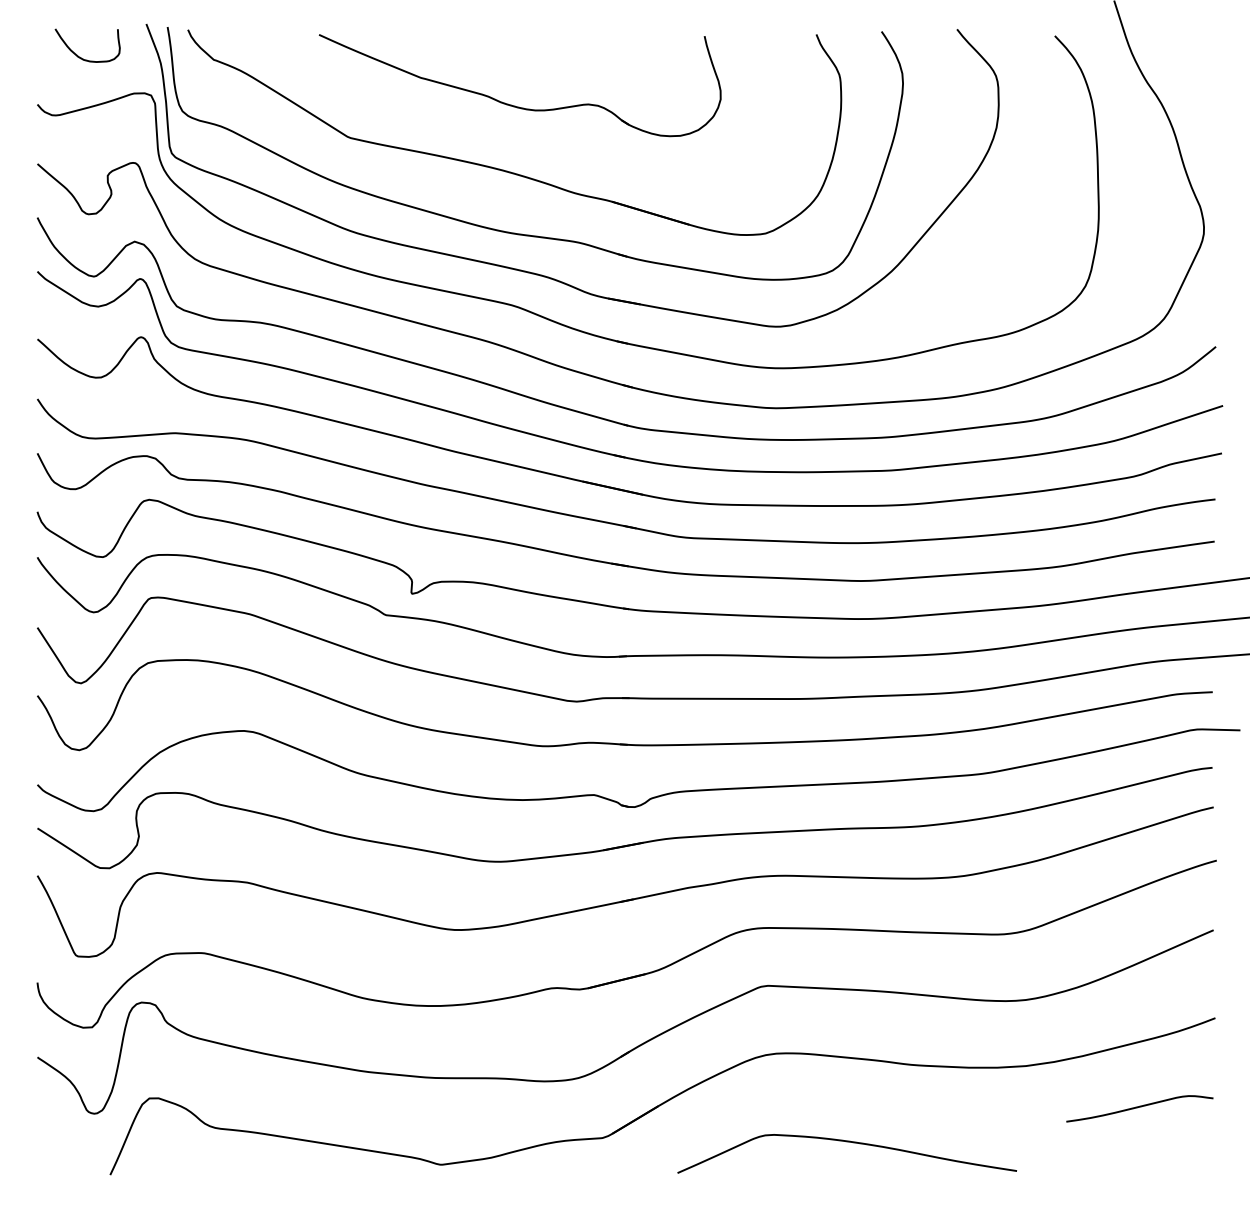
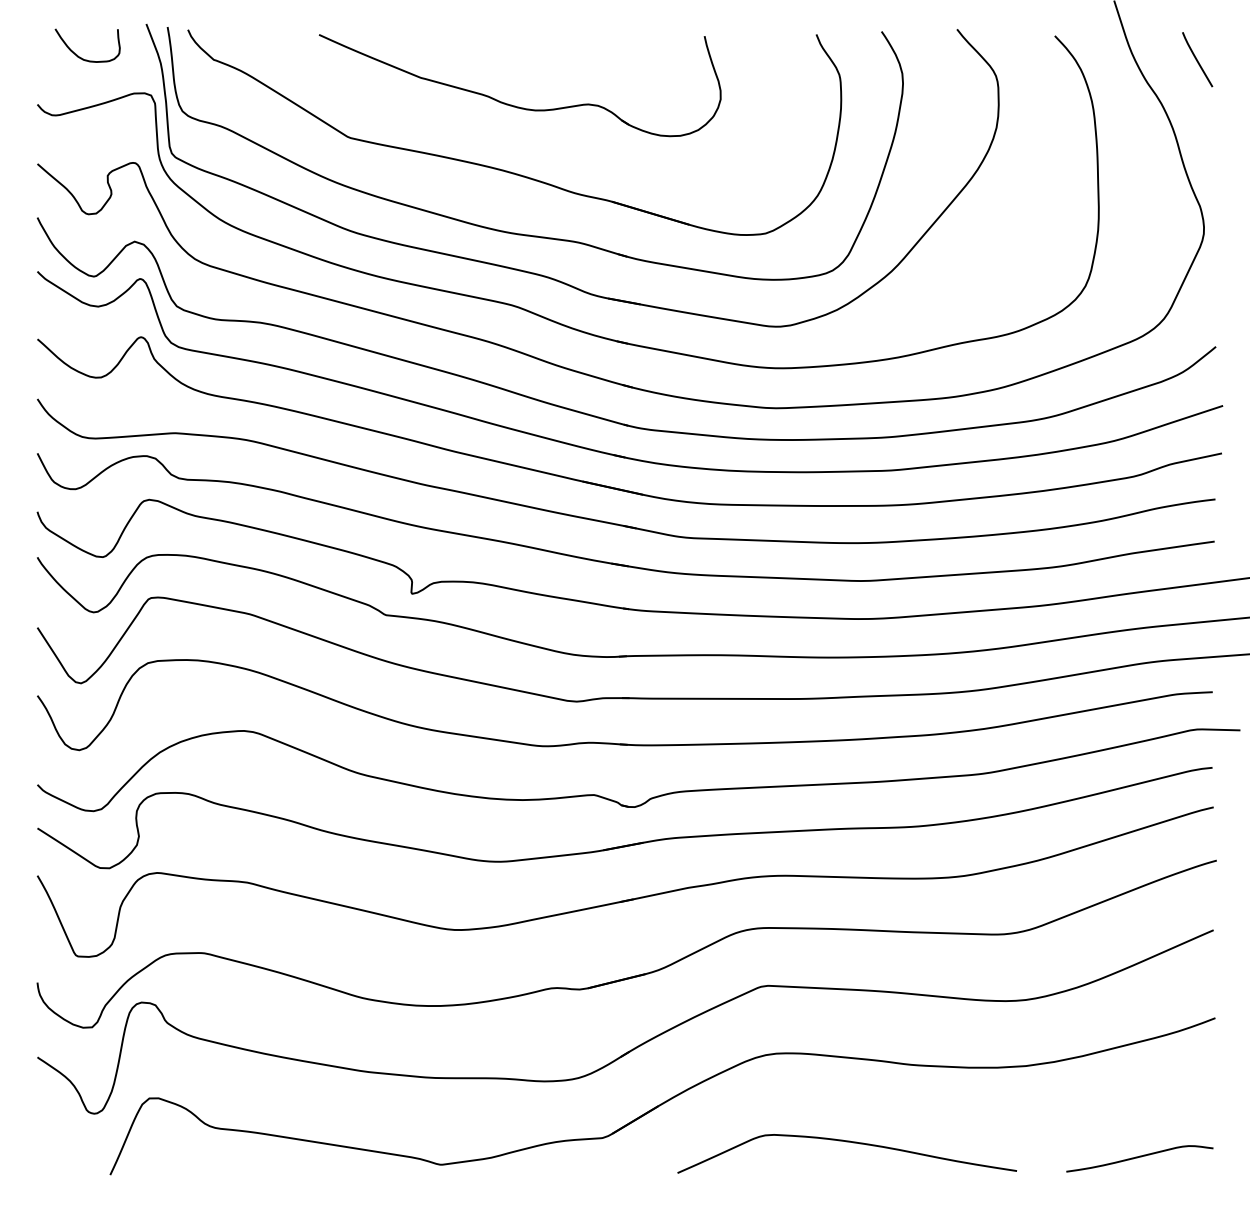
curve at (1197, 59): none -> present
curve at (1139, 1107) position: (1139, 1107) -> (1139, 1157)
